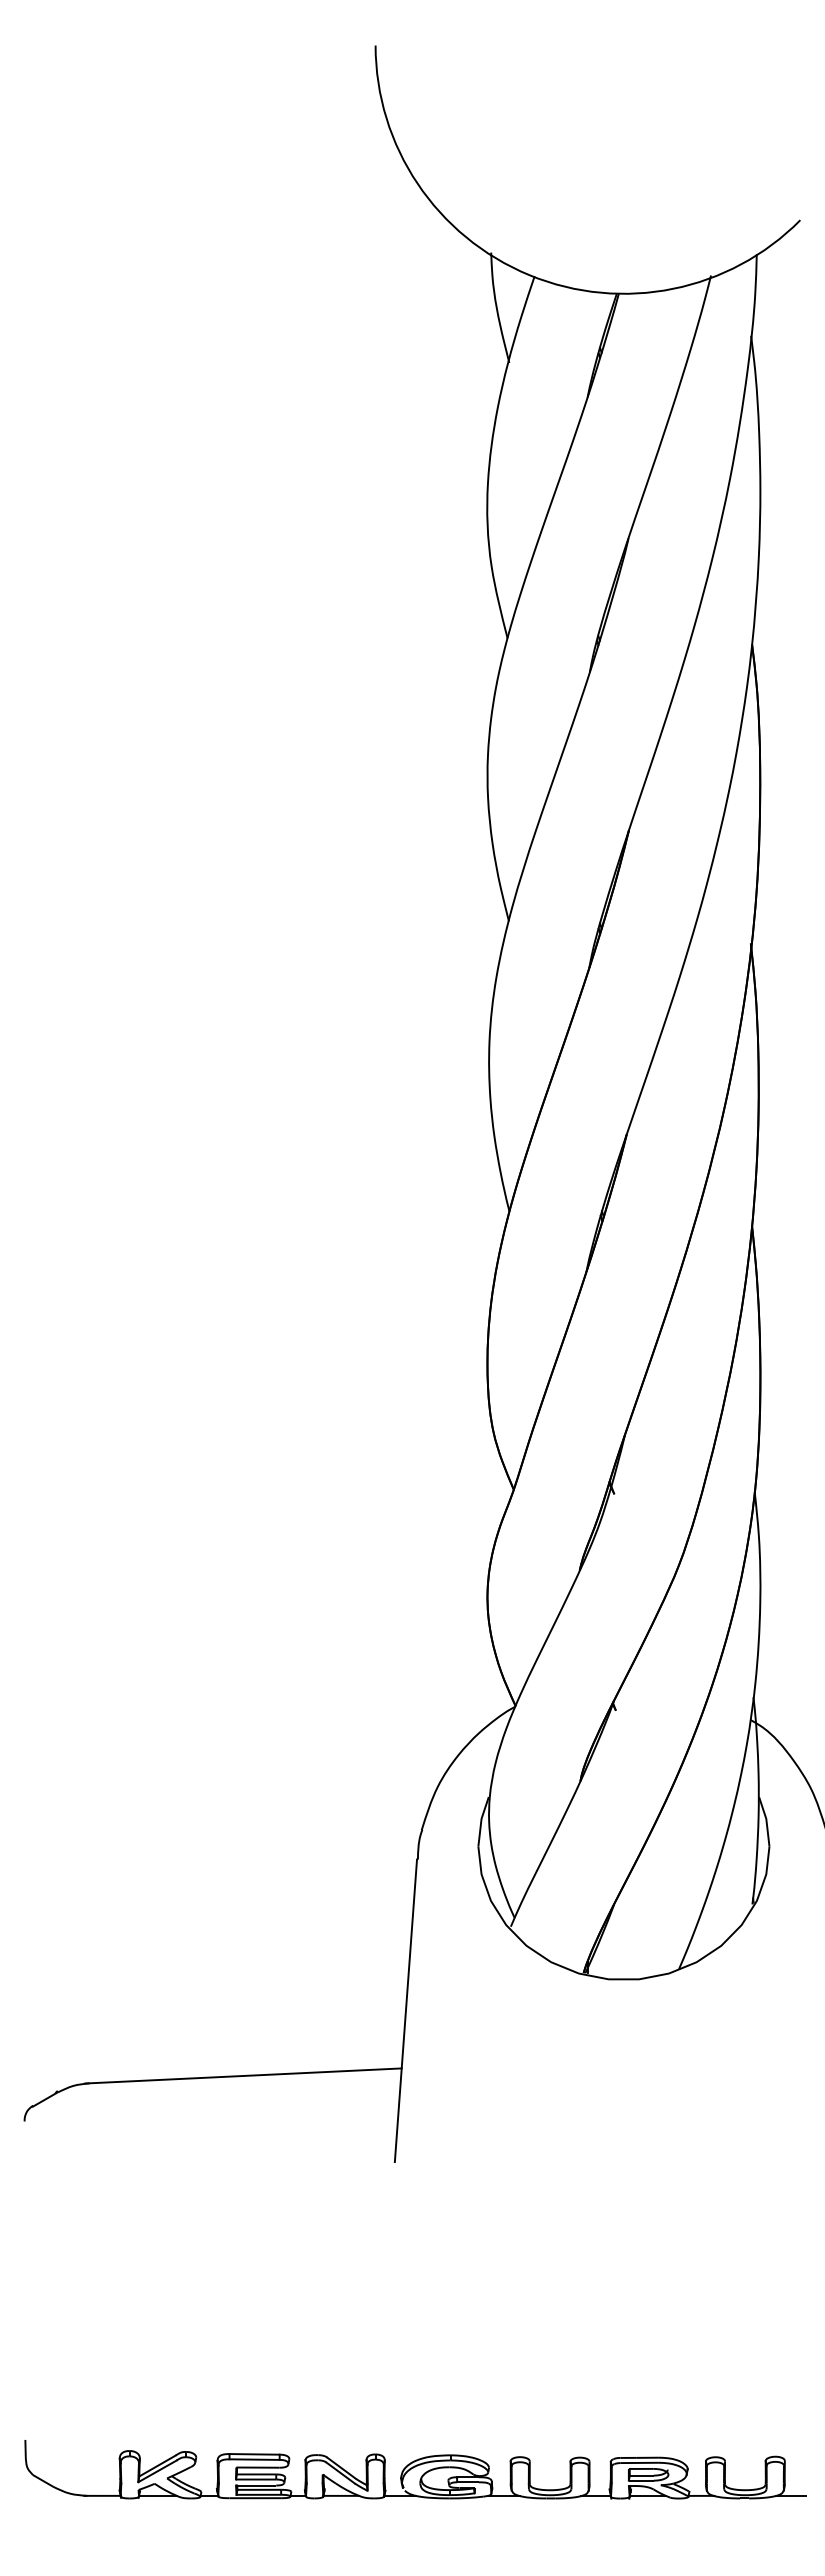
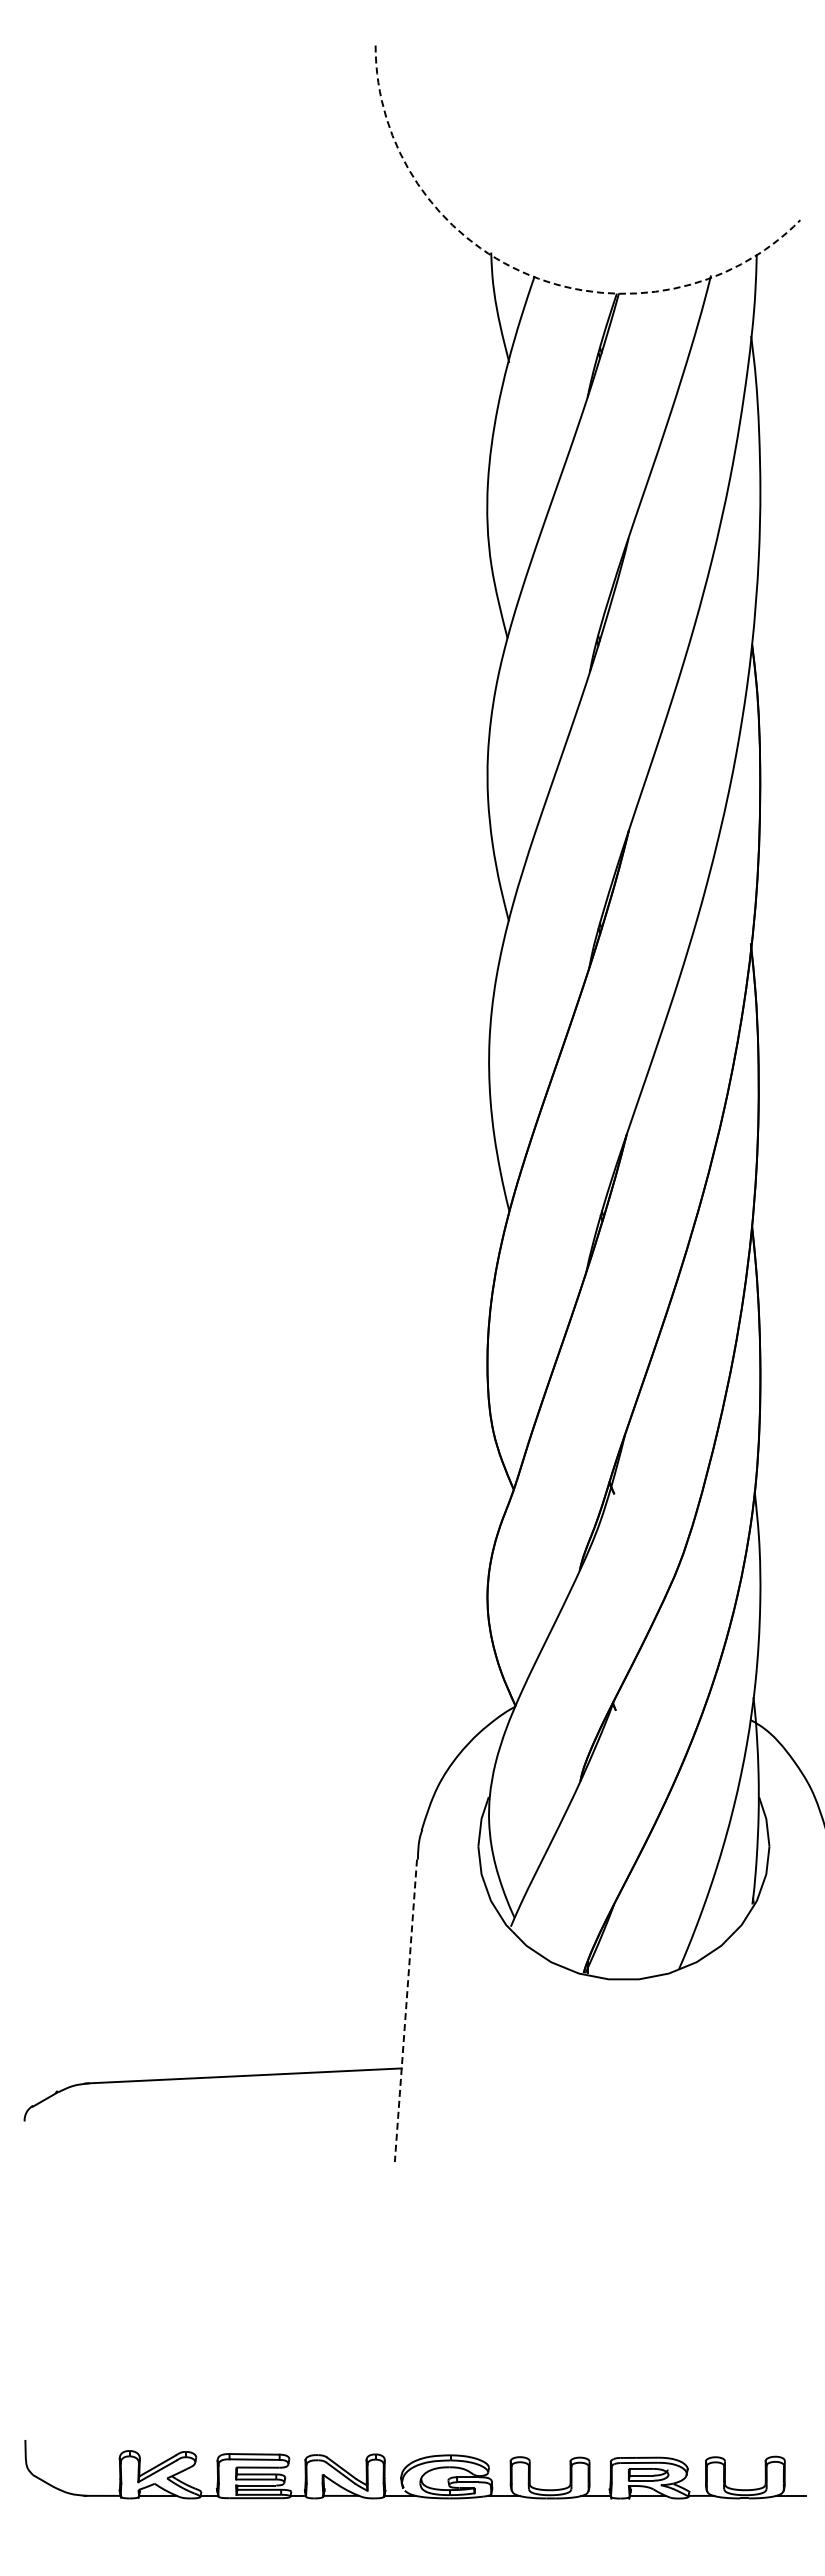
arc at (529, 275): solid -> dashed
line at (405, 2010): solid -> dashed
